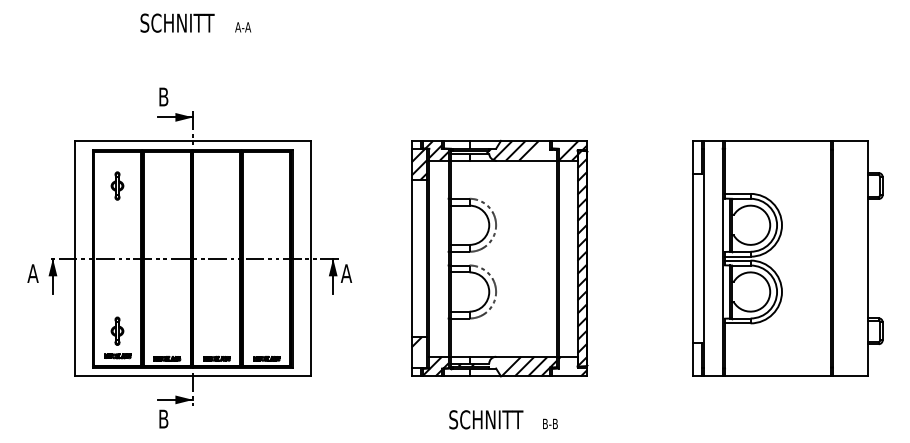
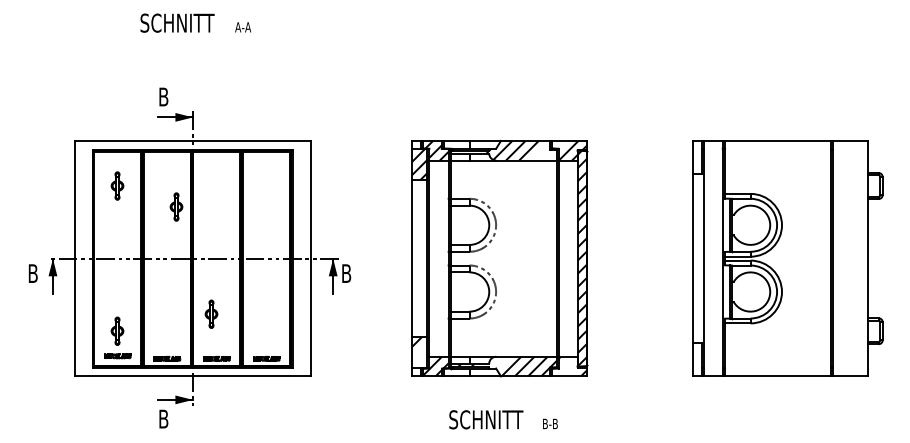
part at (176, 206): none -> present
text at (32, 273): A -> B
text at (346, 273): A -> B
part at (211, 313): none -> present
